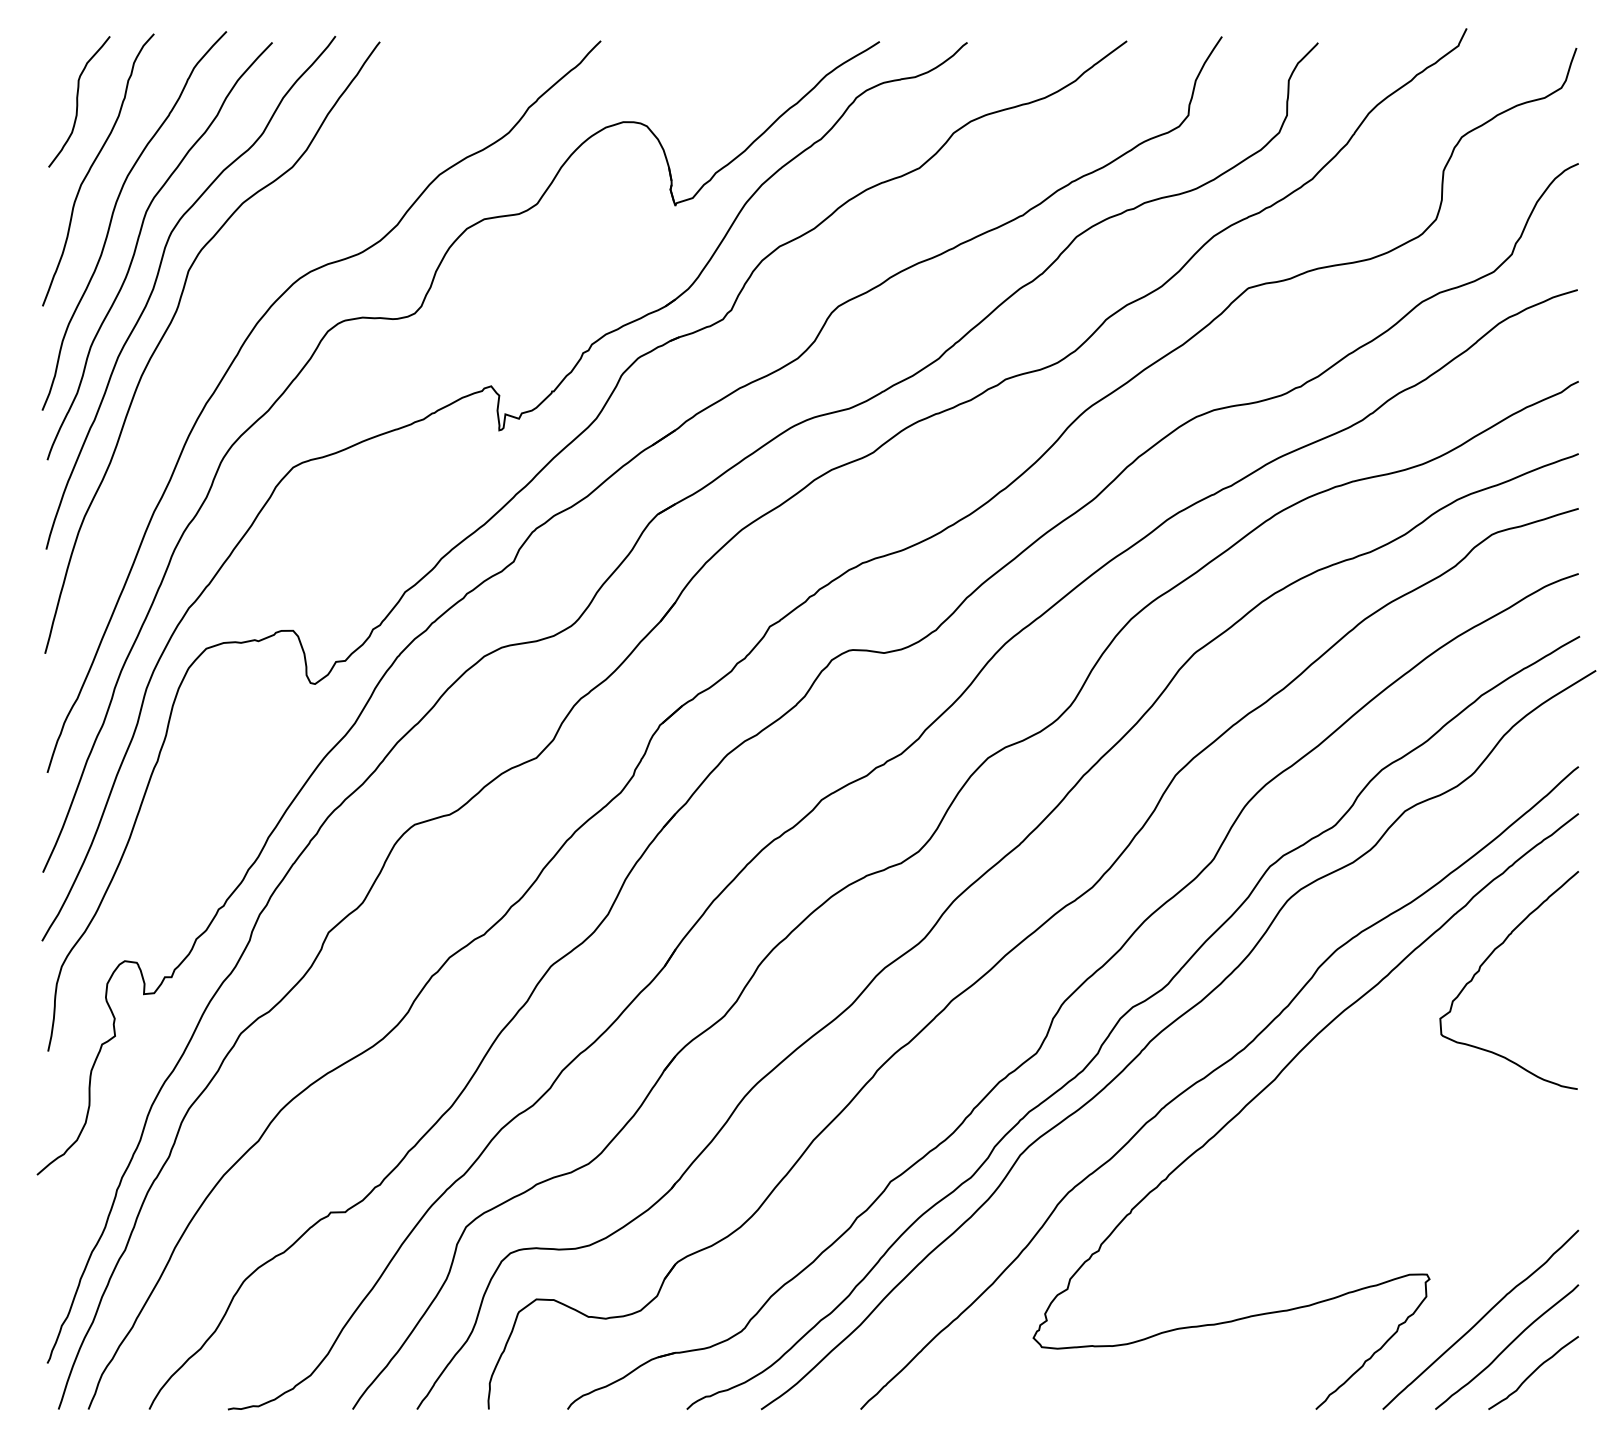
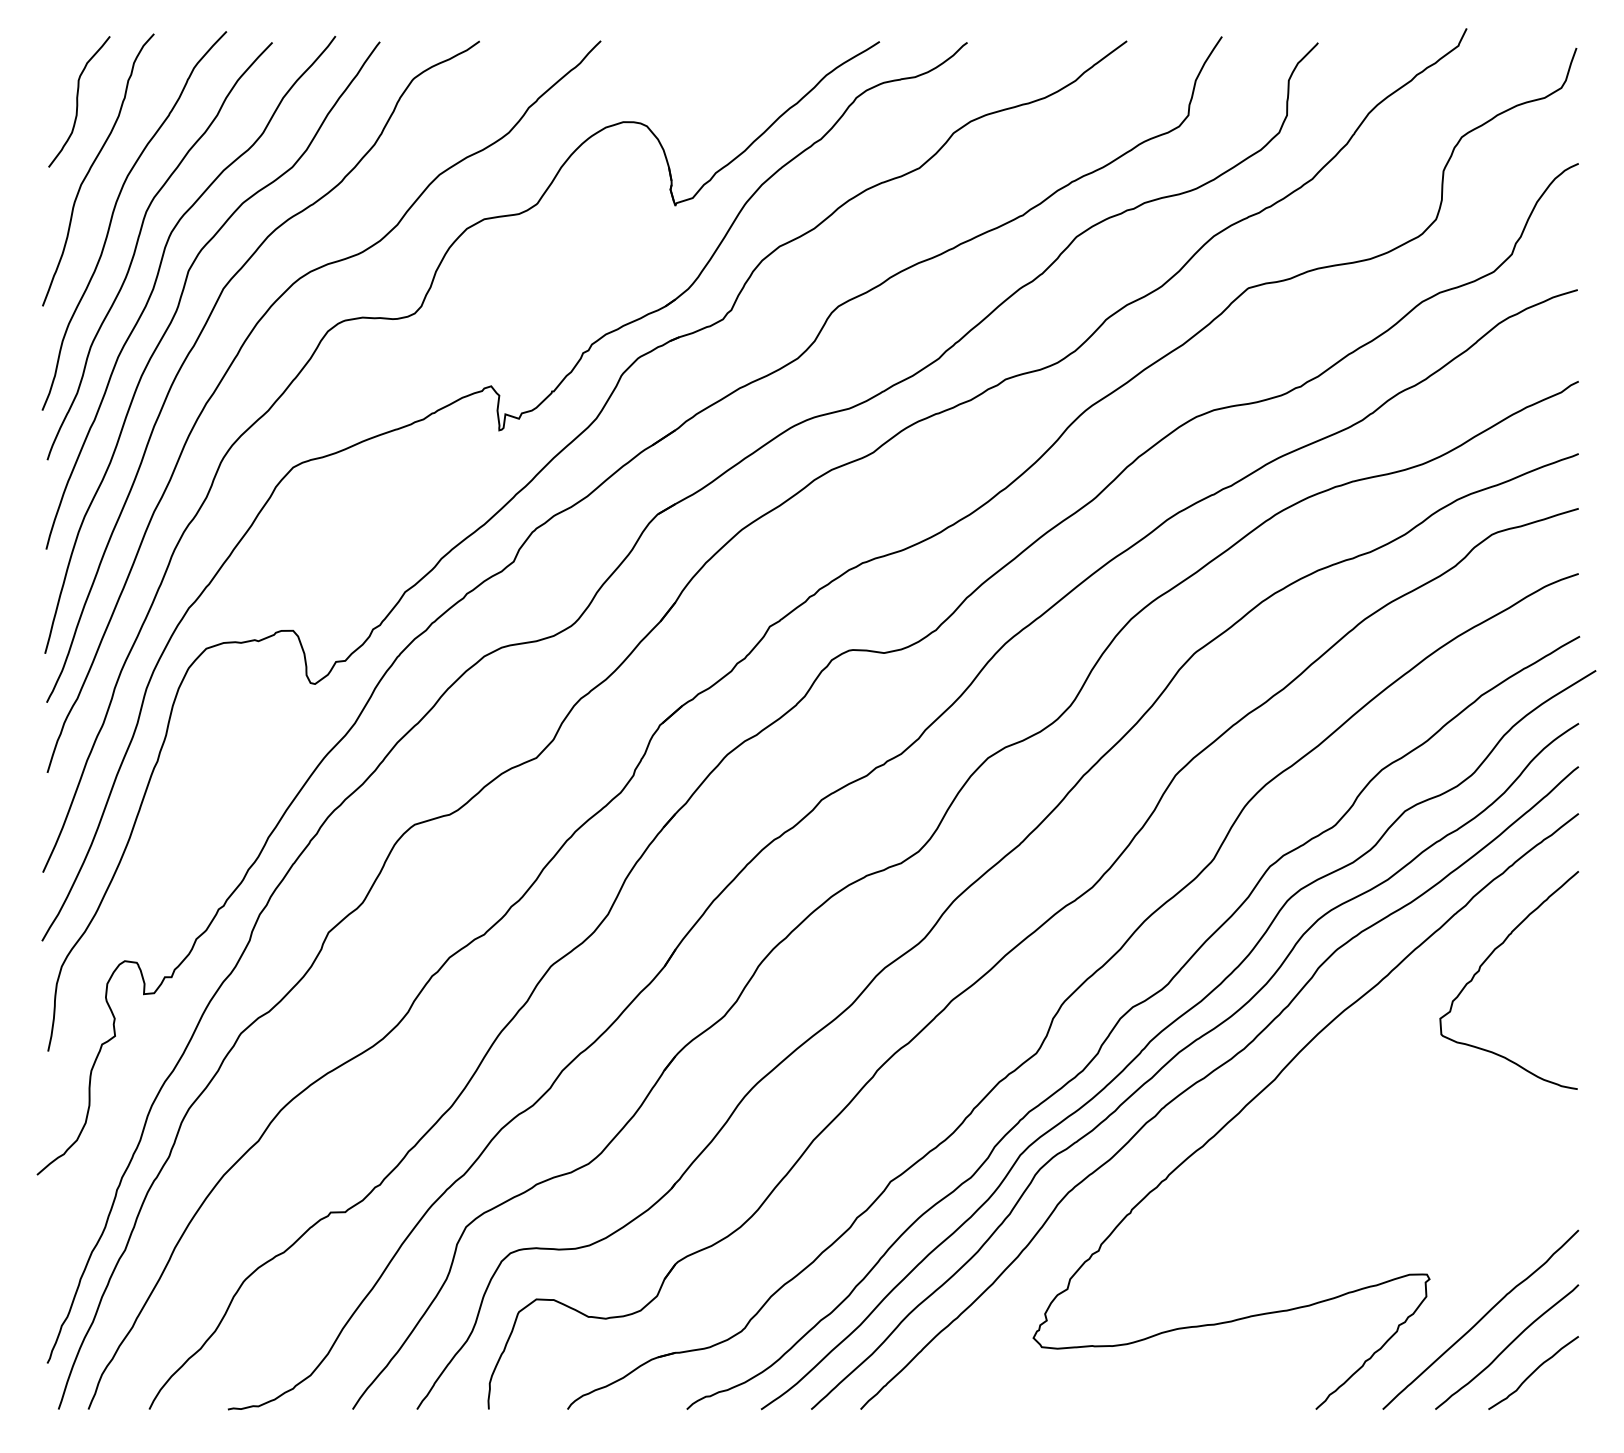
curve at (201, 334): none -> present
curve at (1185, 1049): none -> present
